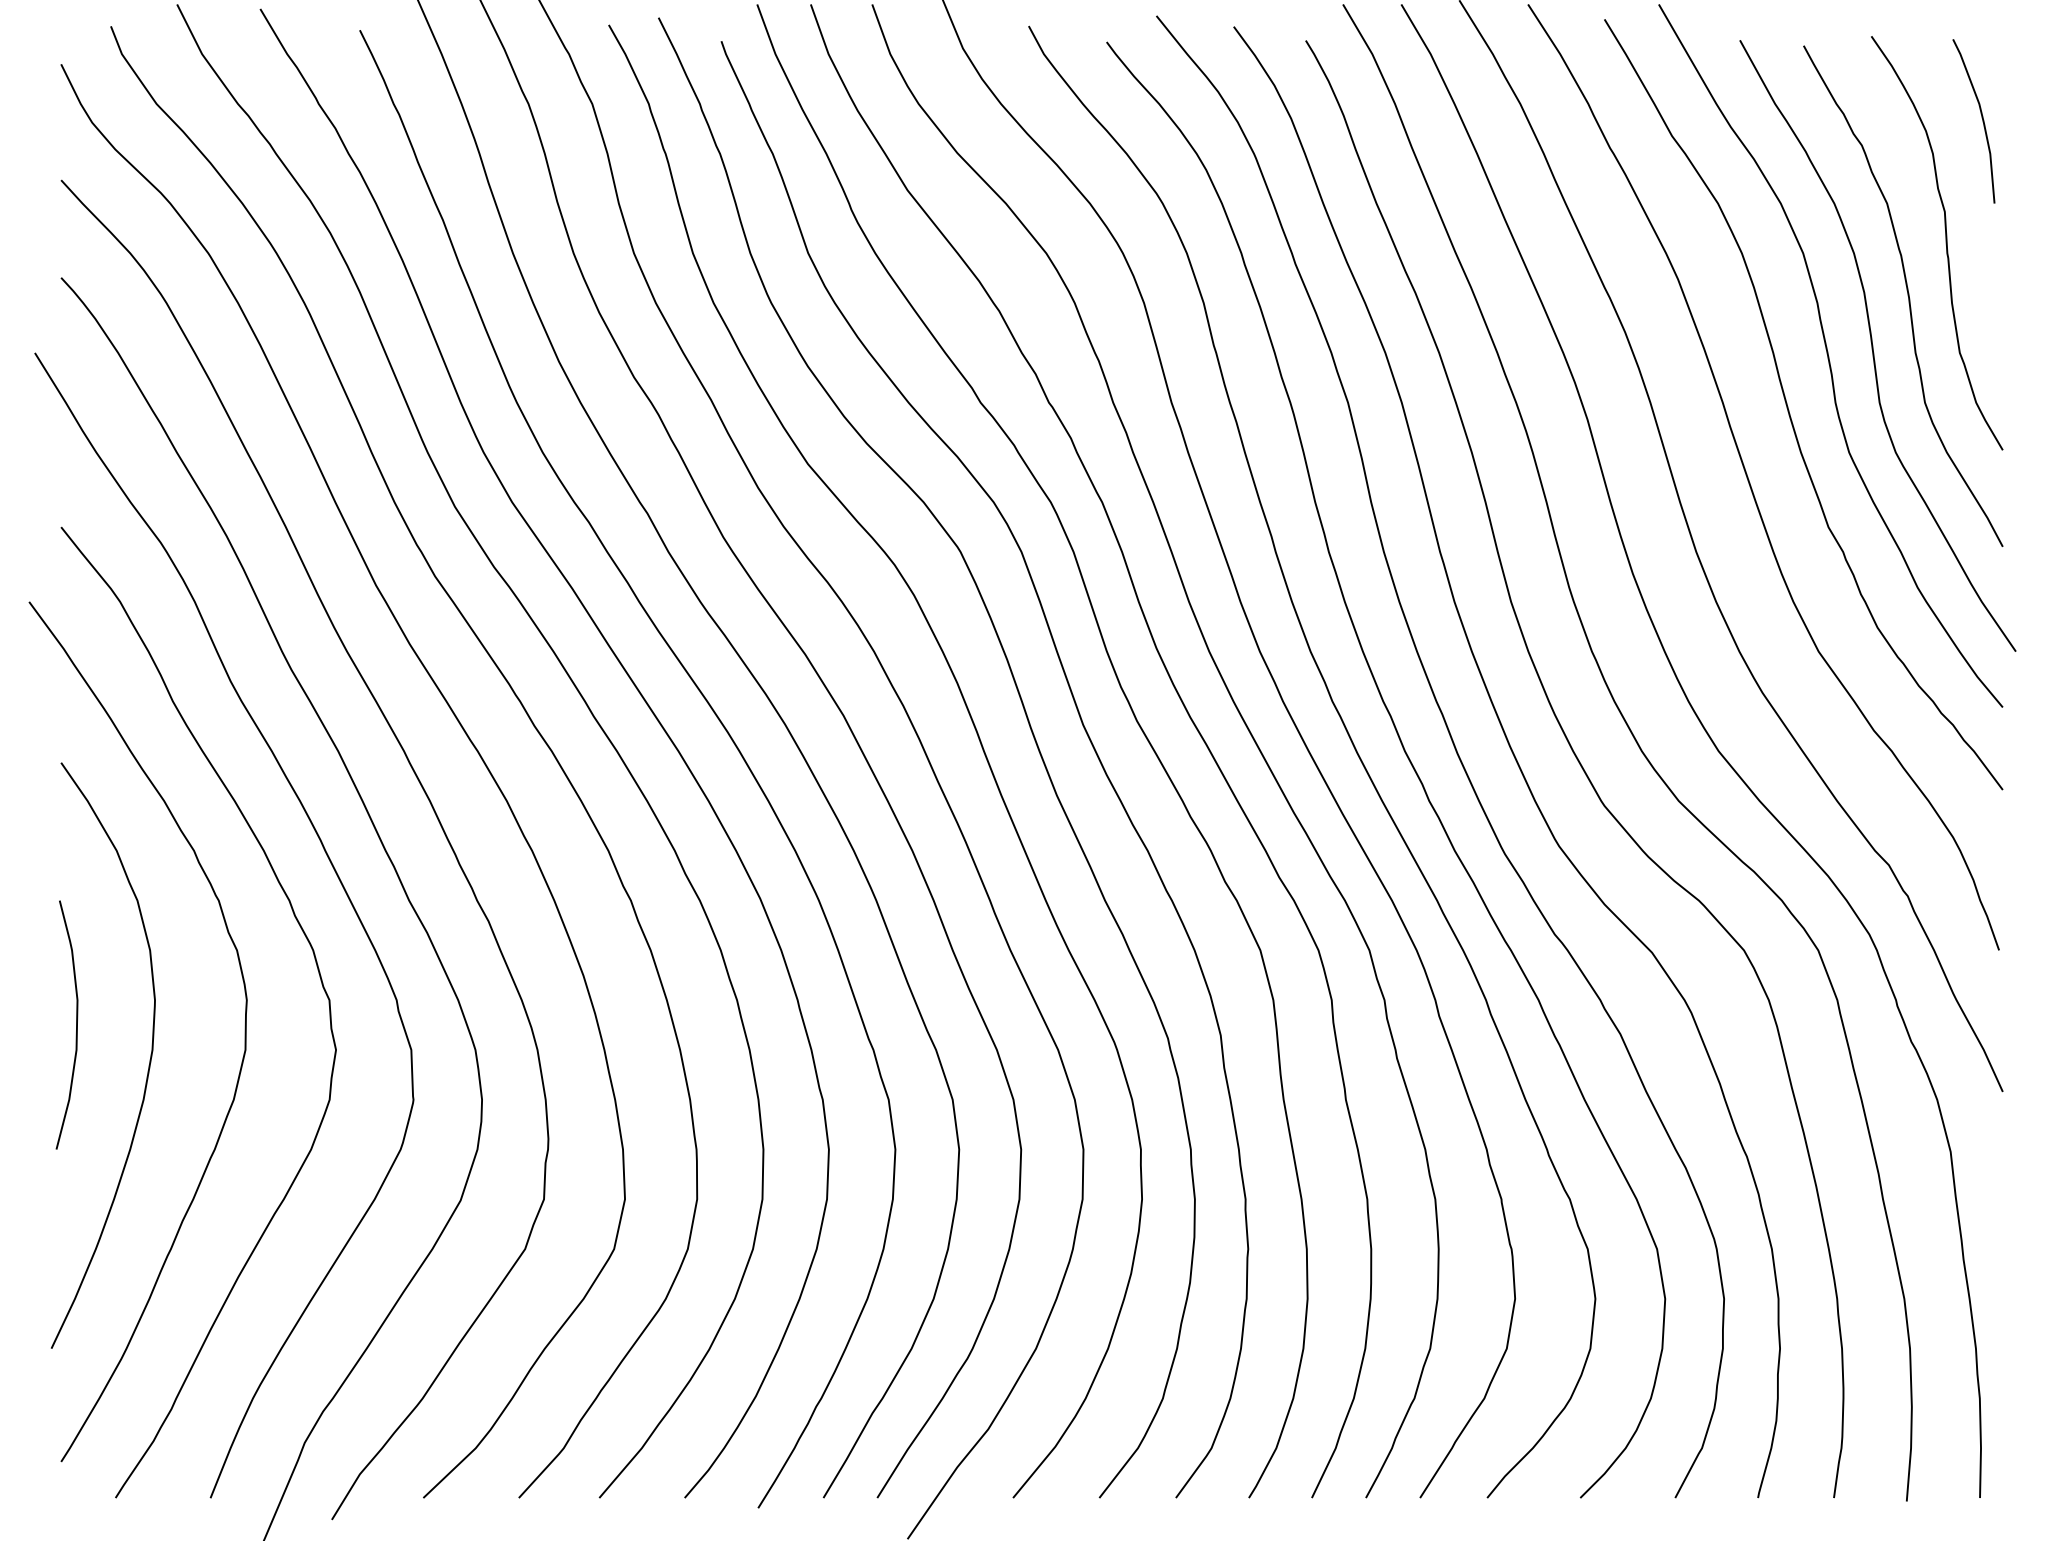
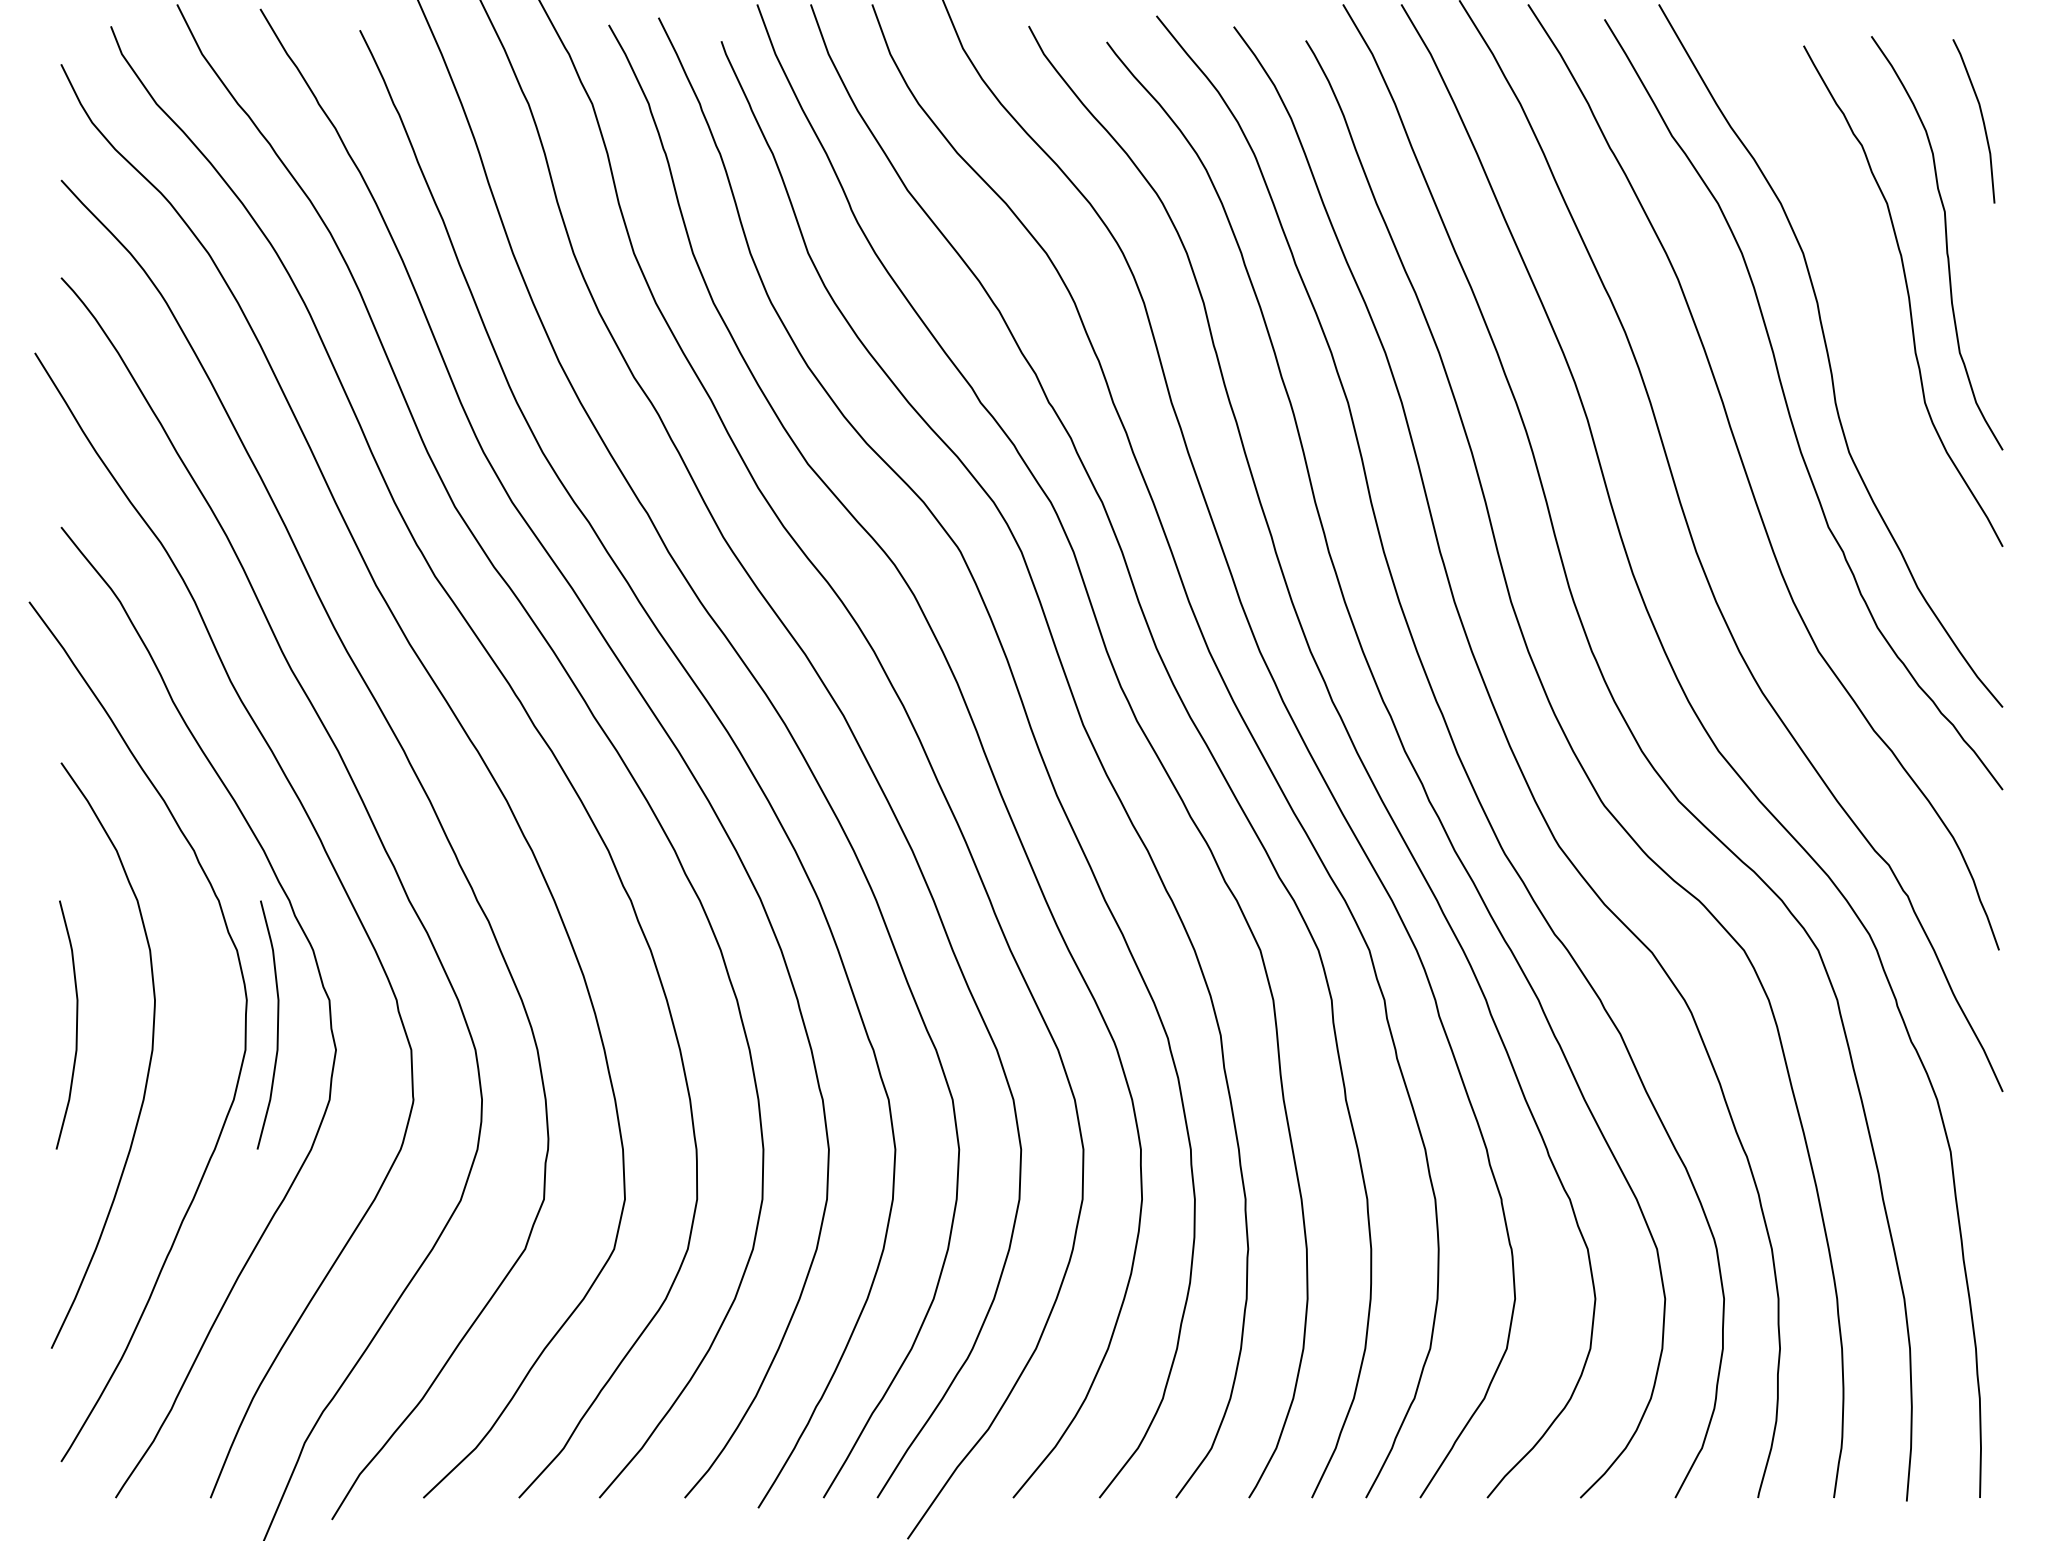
curve at (1873, 345): present -> none
curve at (277, 1024): none -> present
